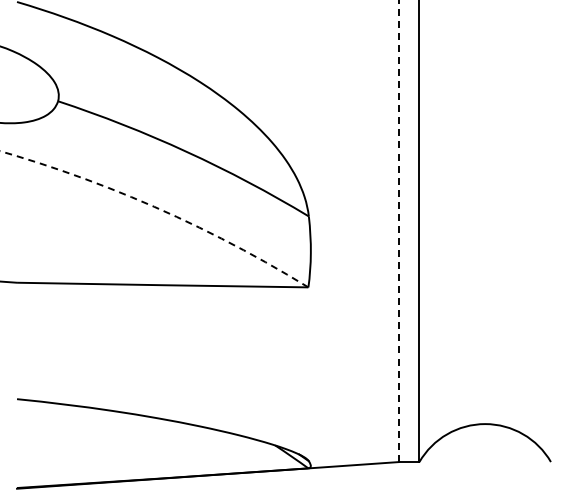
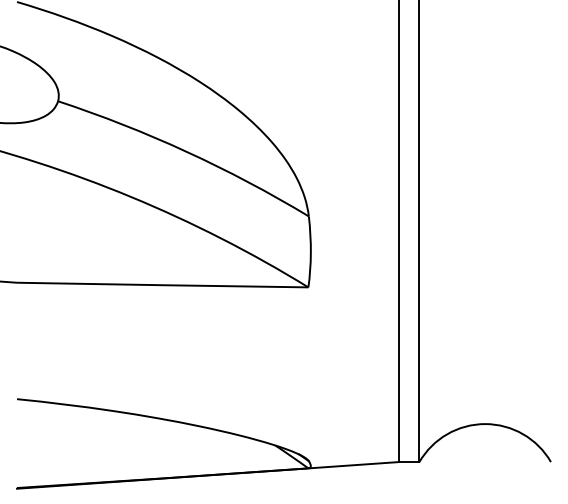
arc at (158, 208): dashed -> solid
line at (399, 231): dashed -> solid
